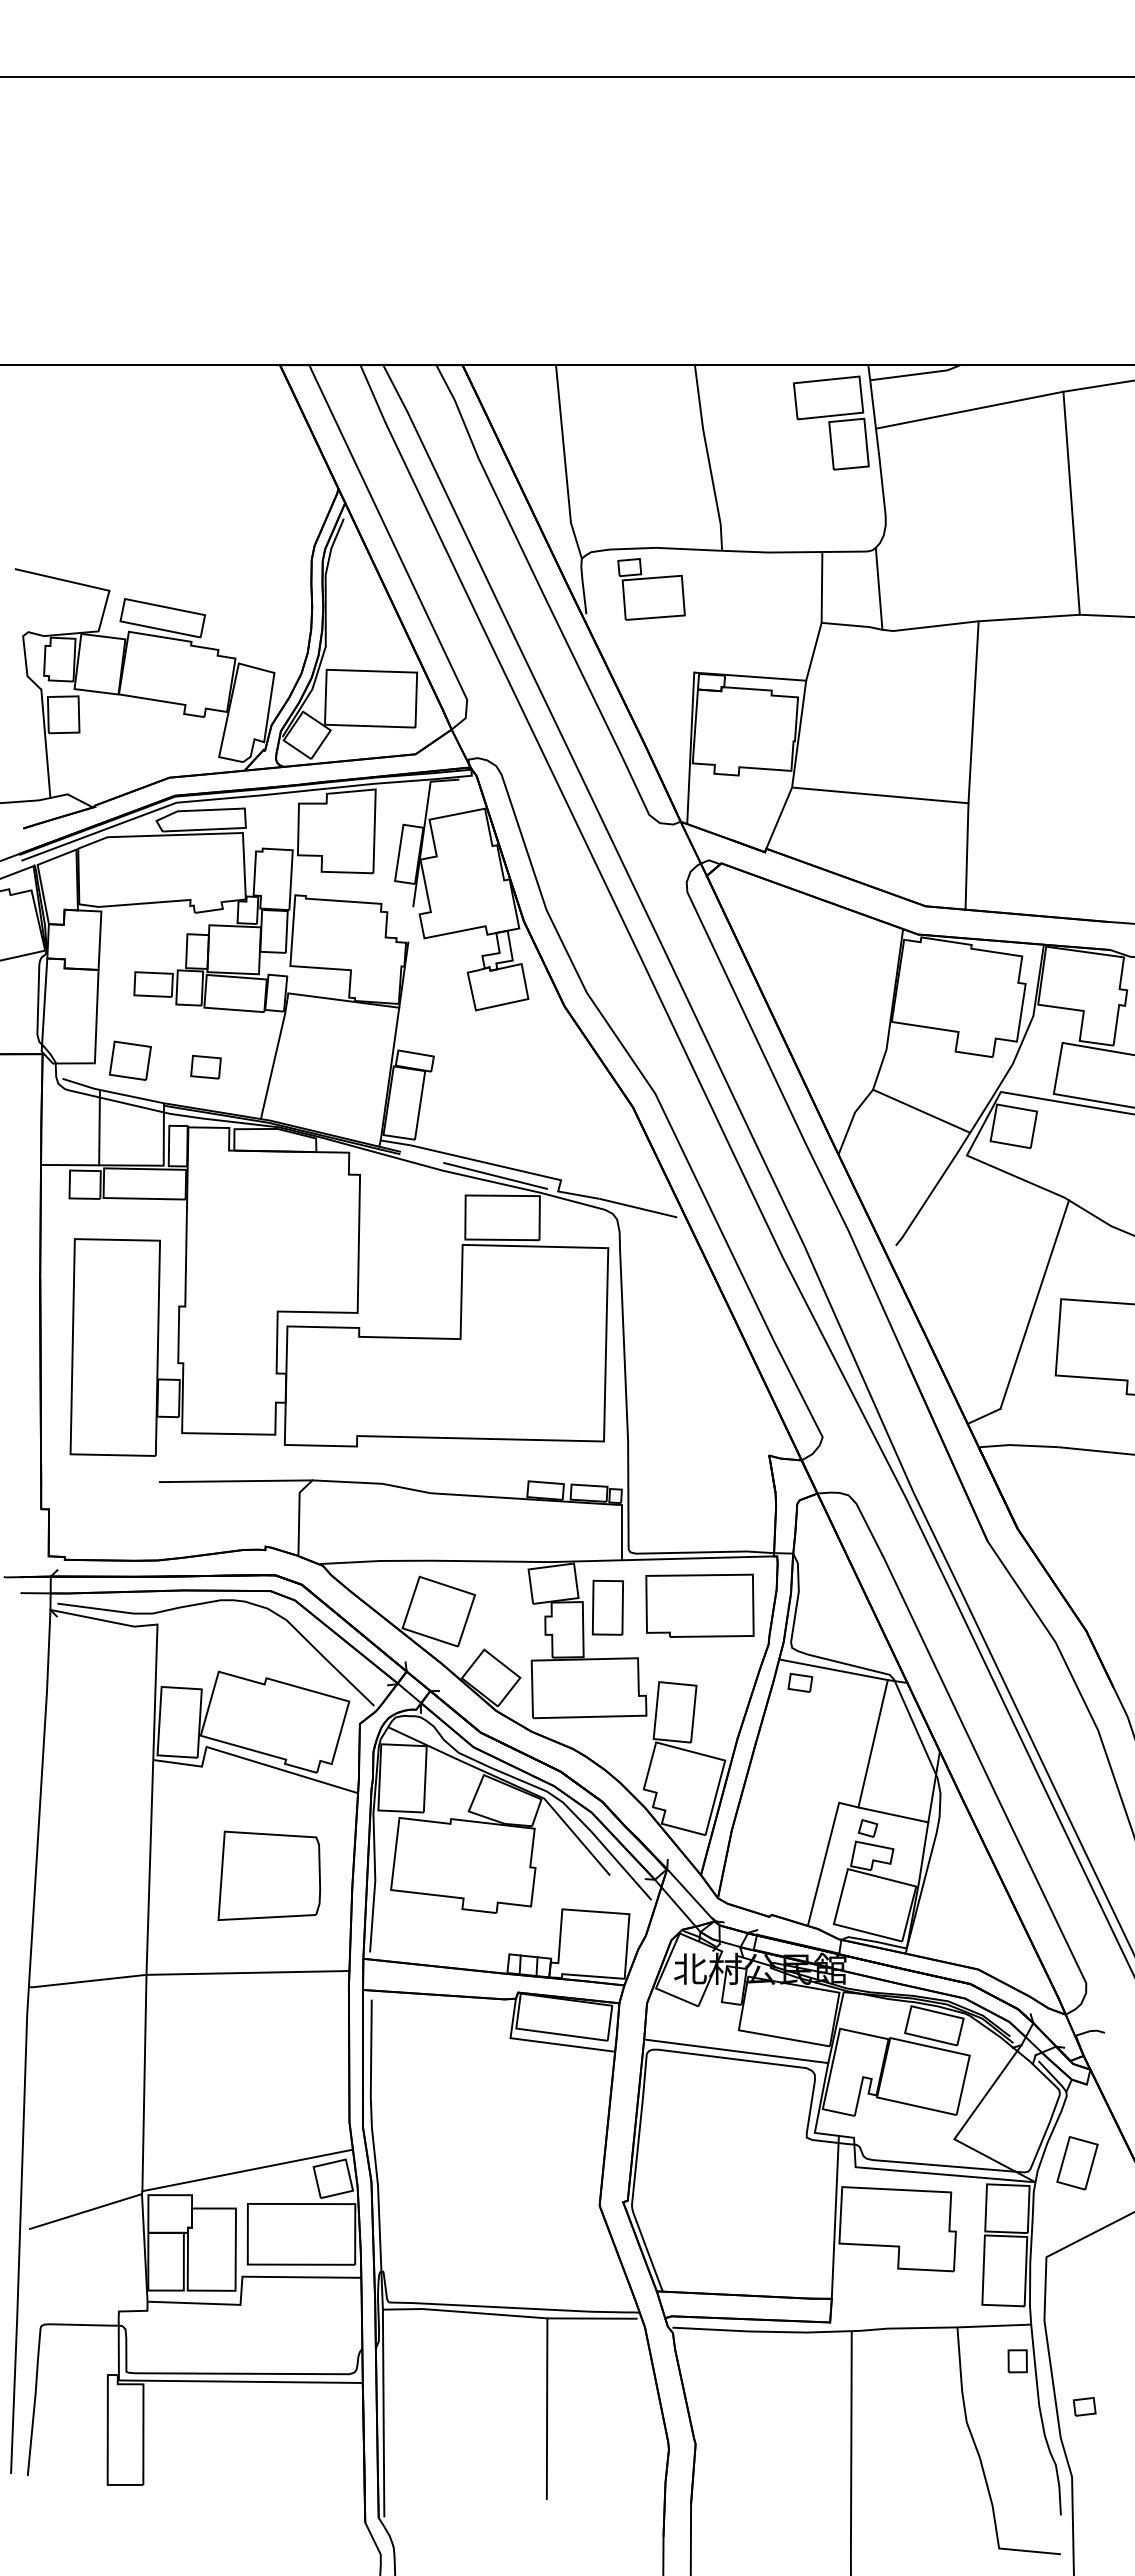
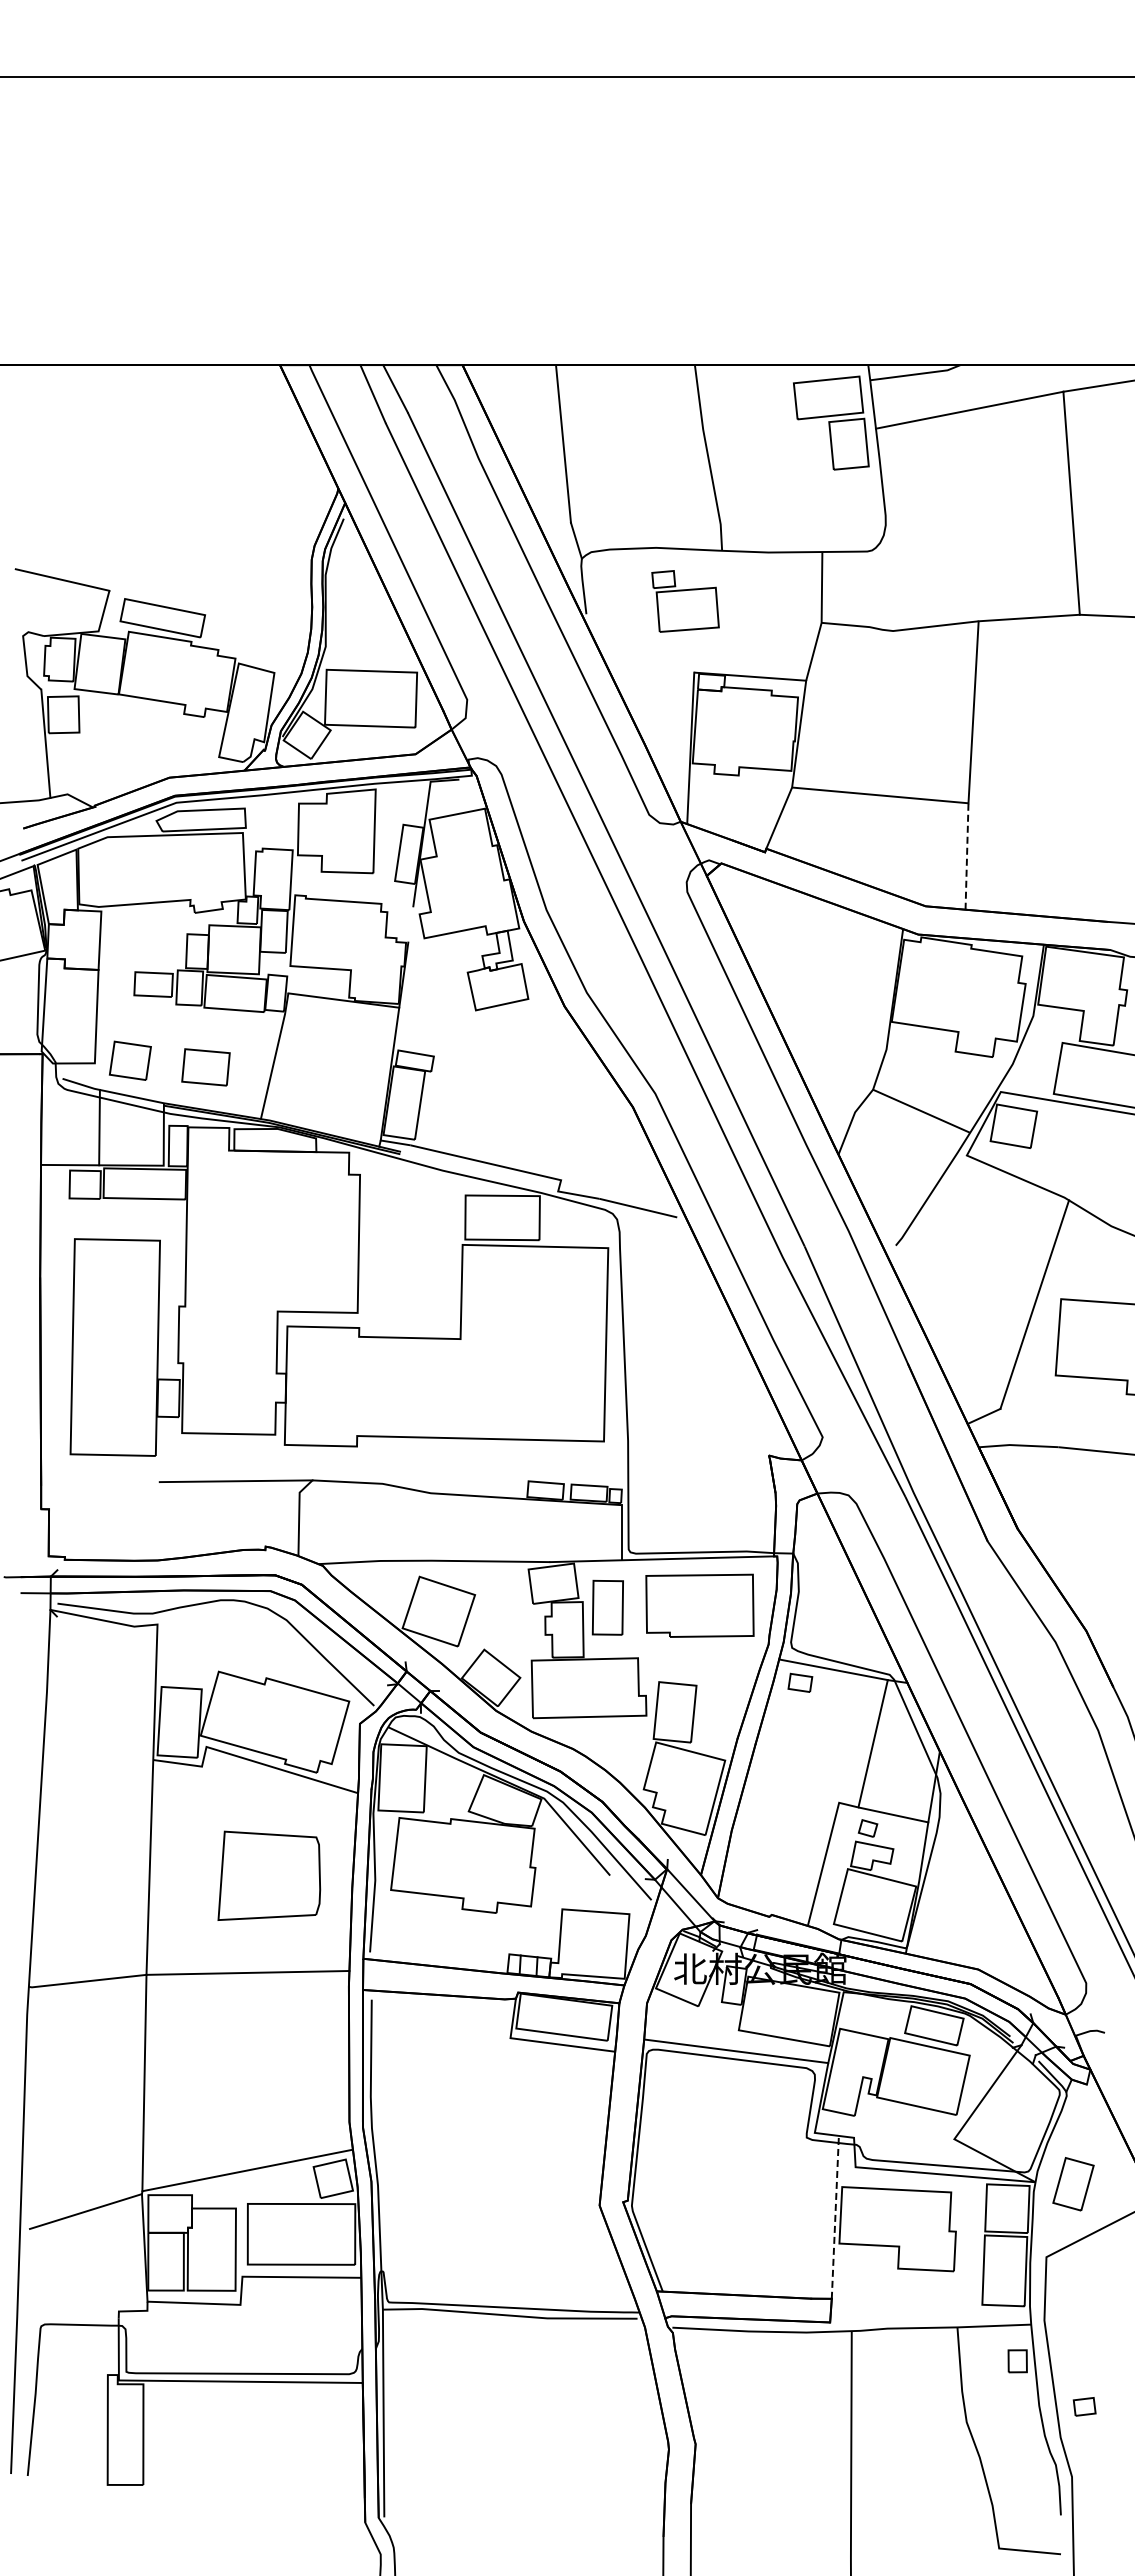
line at (878, 588): present -> none
part at (651, 589) position: (651, 589) -> (685, 601)
line at (967, 856): solid -> dashed
part at (205, 1066) size: 32x26 px -> 50x39 px
line at (495, 1175): present -> none
part at (1077, 2163) position: (1077, 2163) -> (1073, 2184)
line at (835, 2217): solid -> dashed
line at (546, 2408): present -> none
